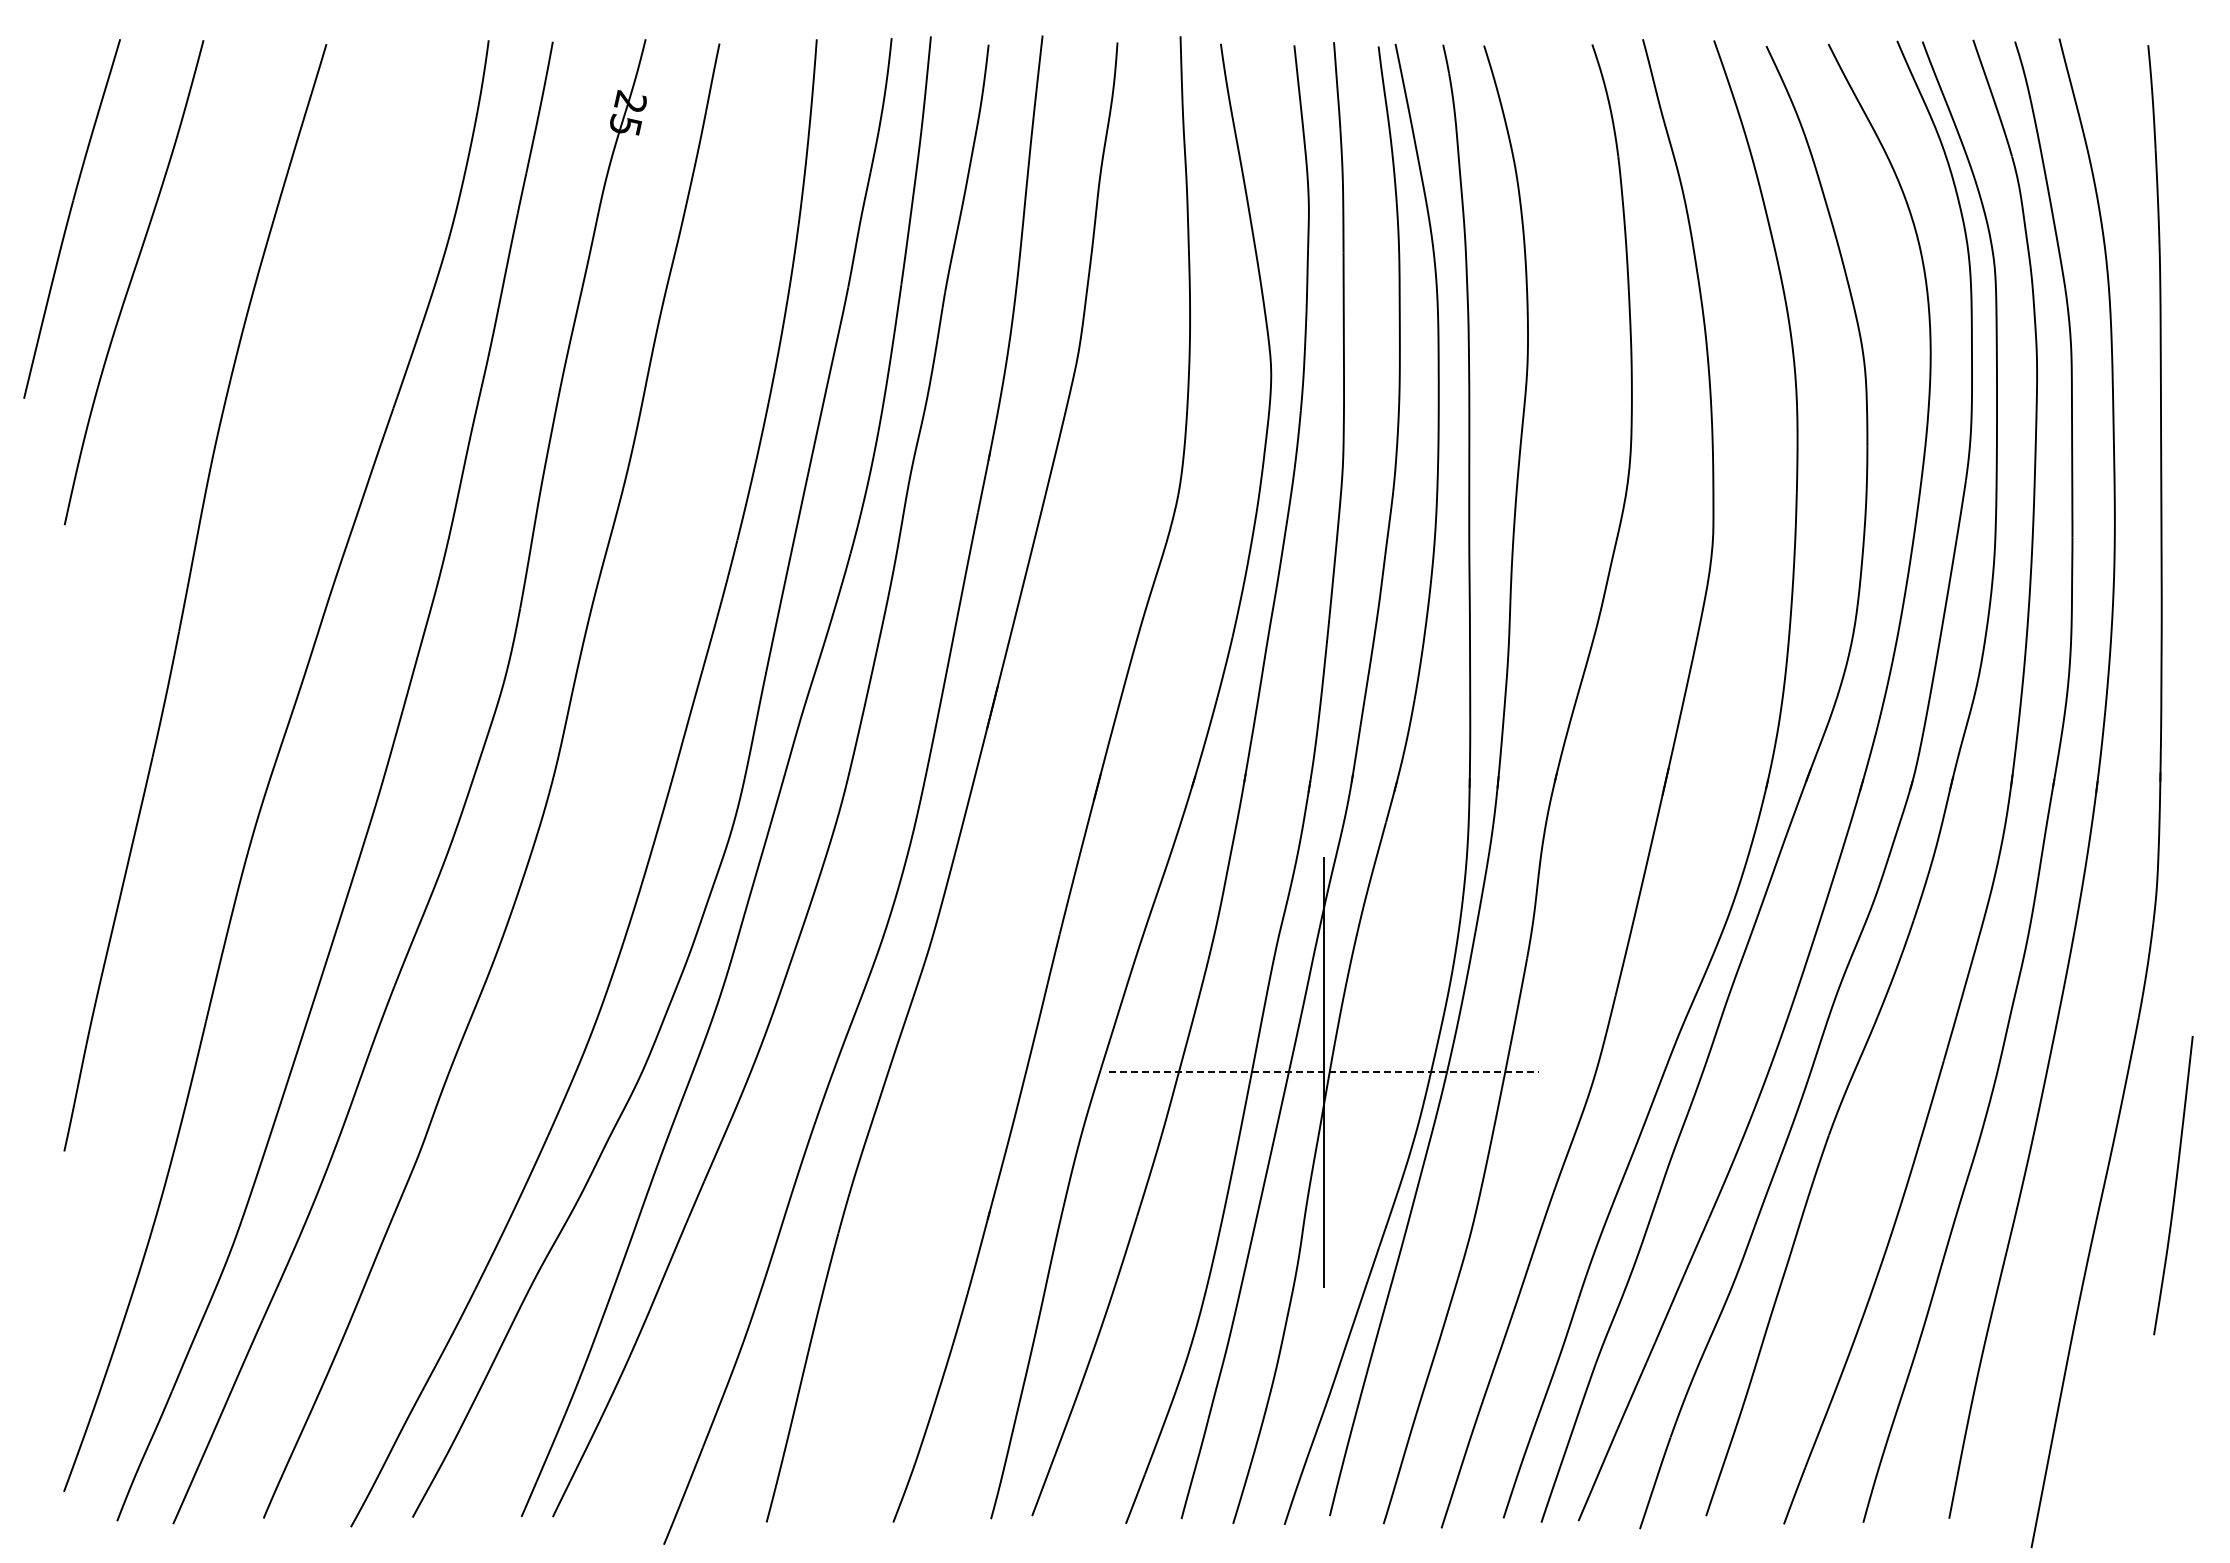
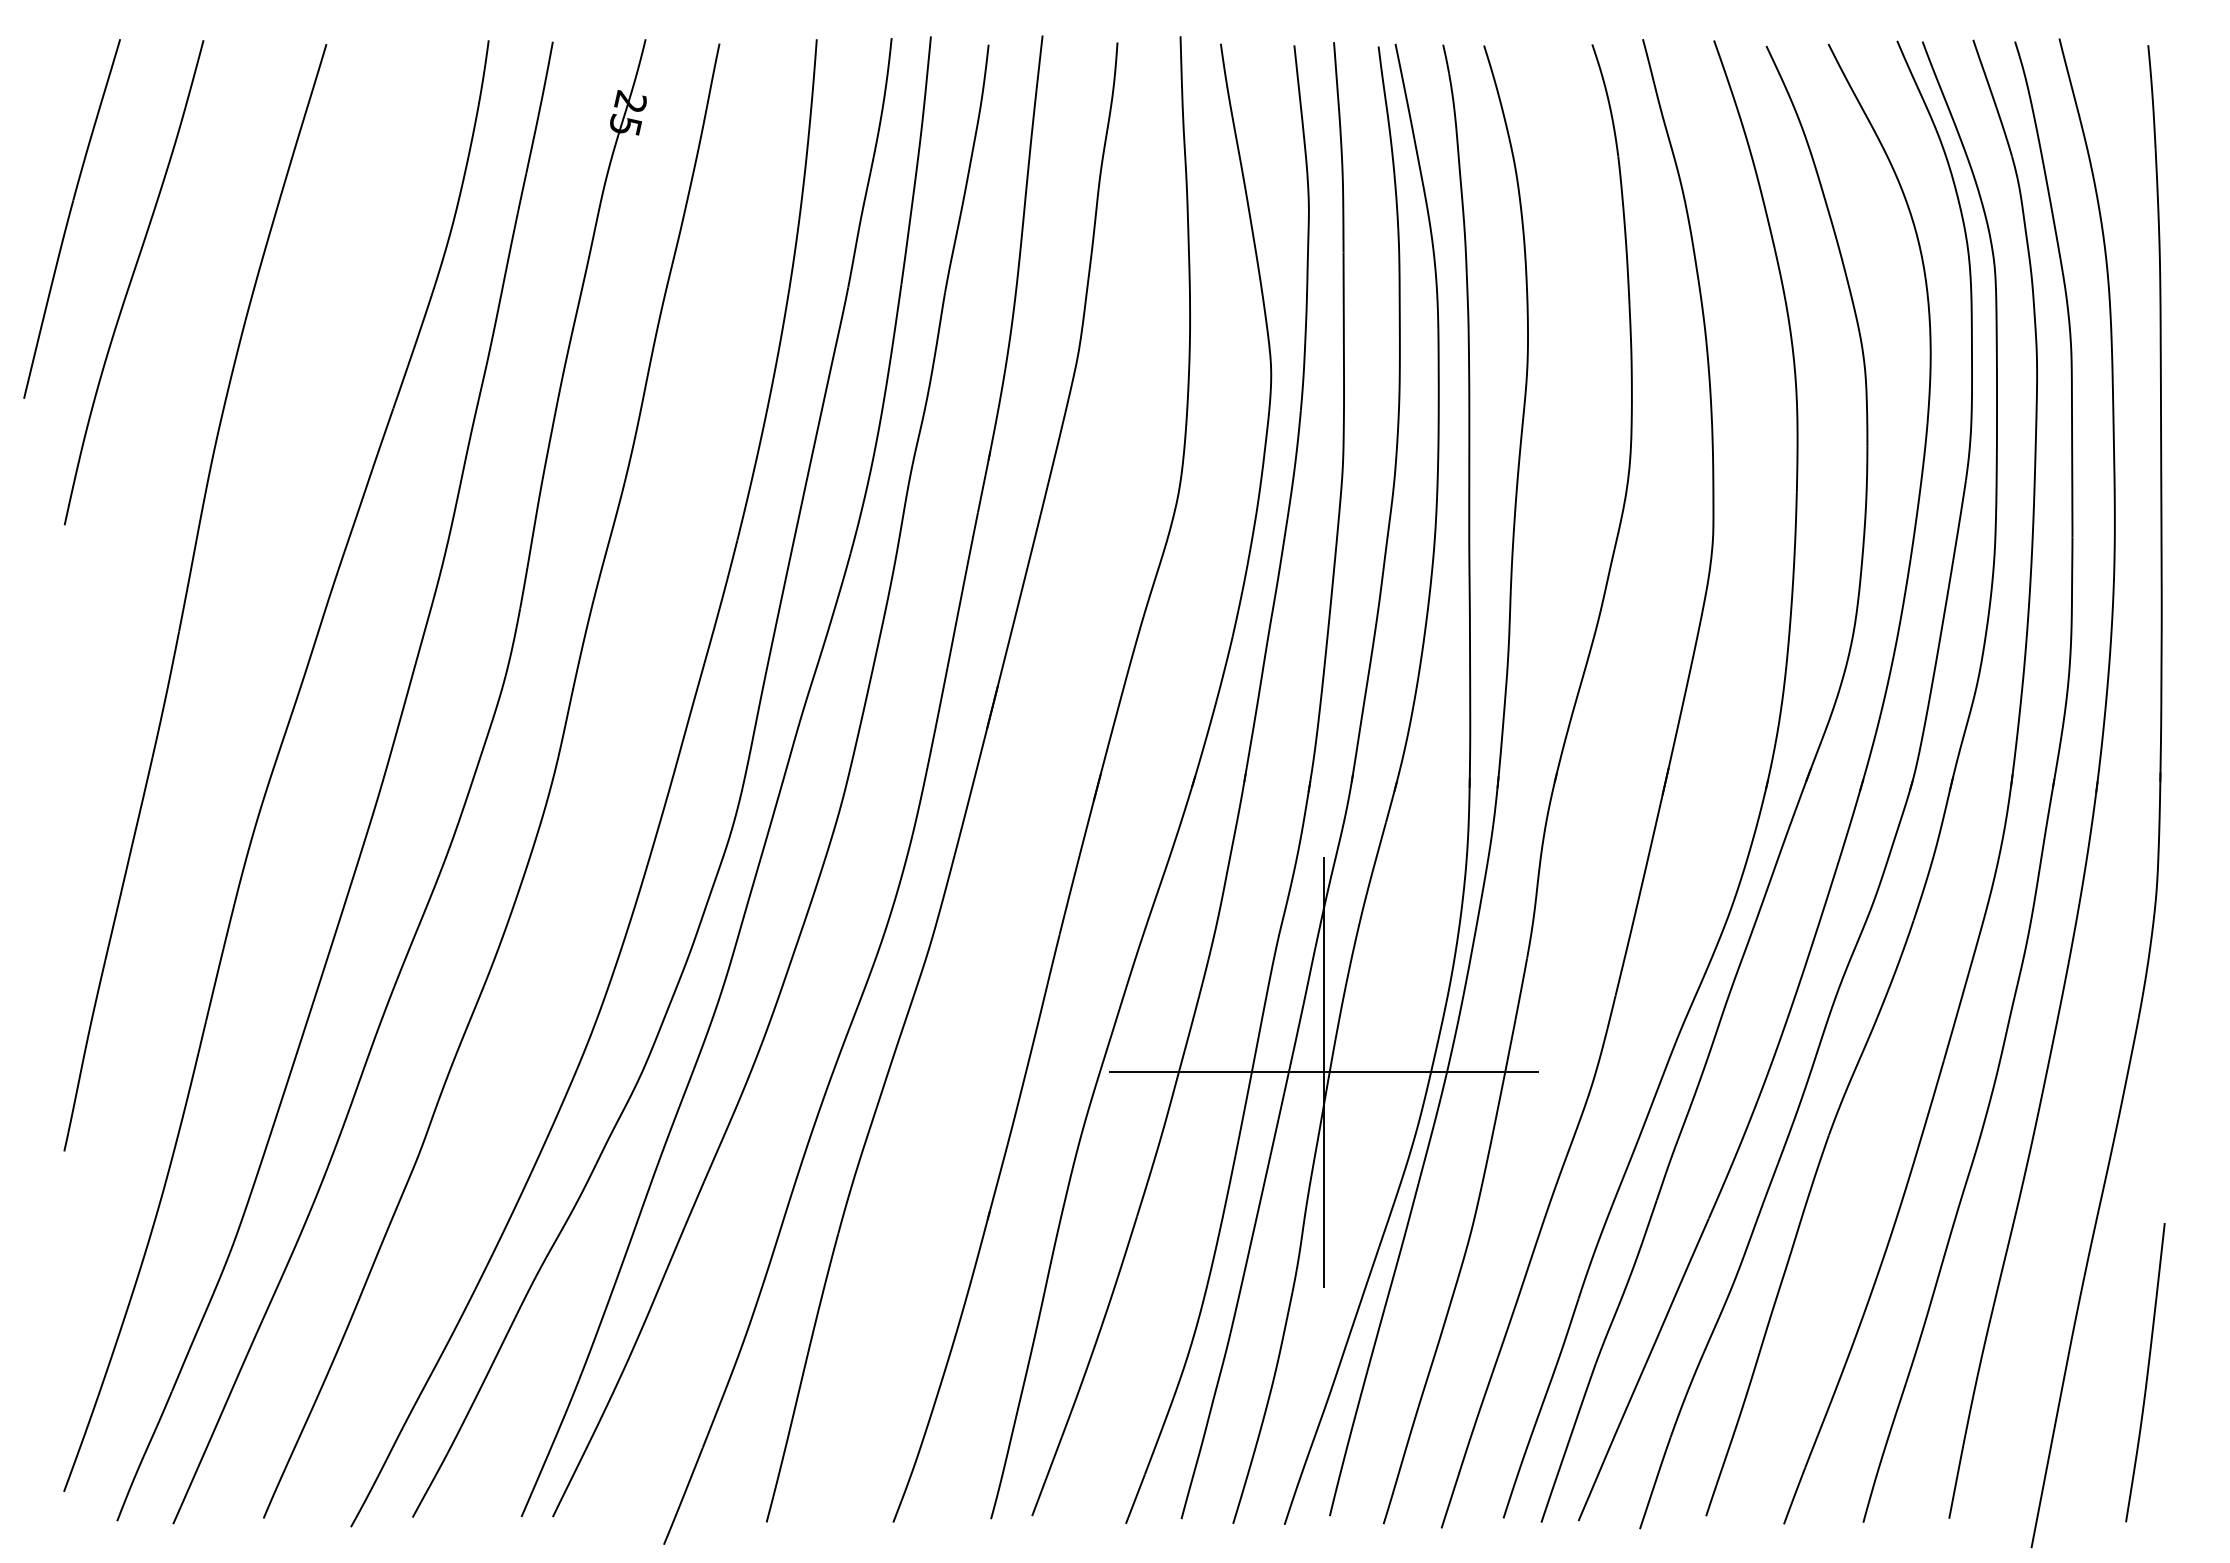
line at (1323, 1072): dashed -> solid
curve at (2174, 1185) position: (2174, 1185) -> (2146, 1372)
